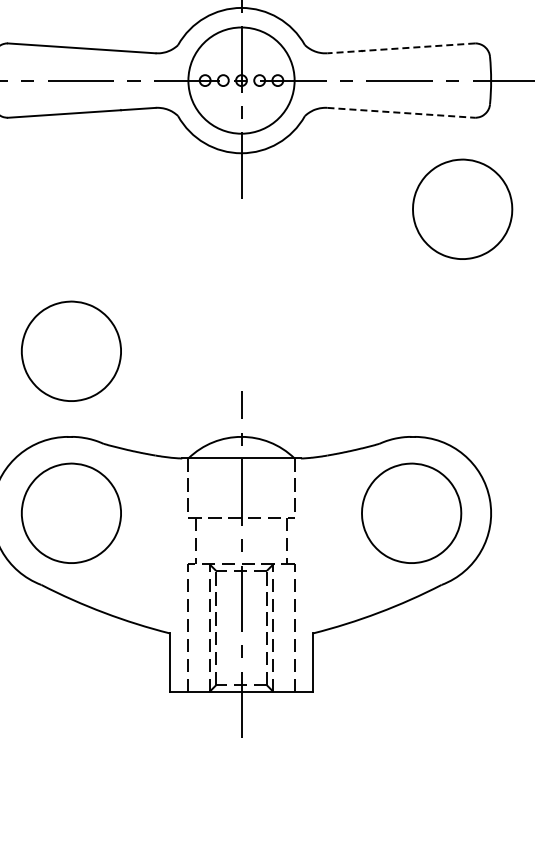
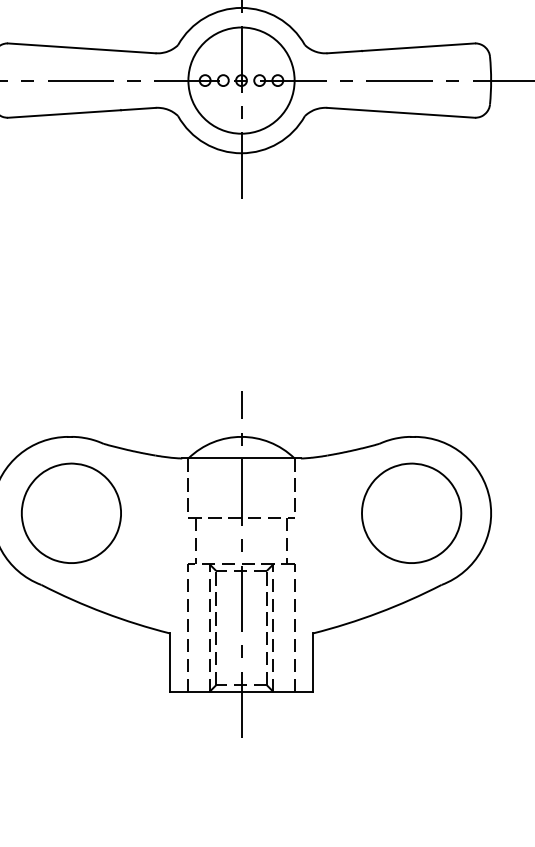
line at (400, 48): dashed -> solid
line at (401, 112): dashed -> solid
part at (462, 208): present -> none
part at (71, 350): present -> none
